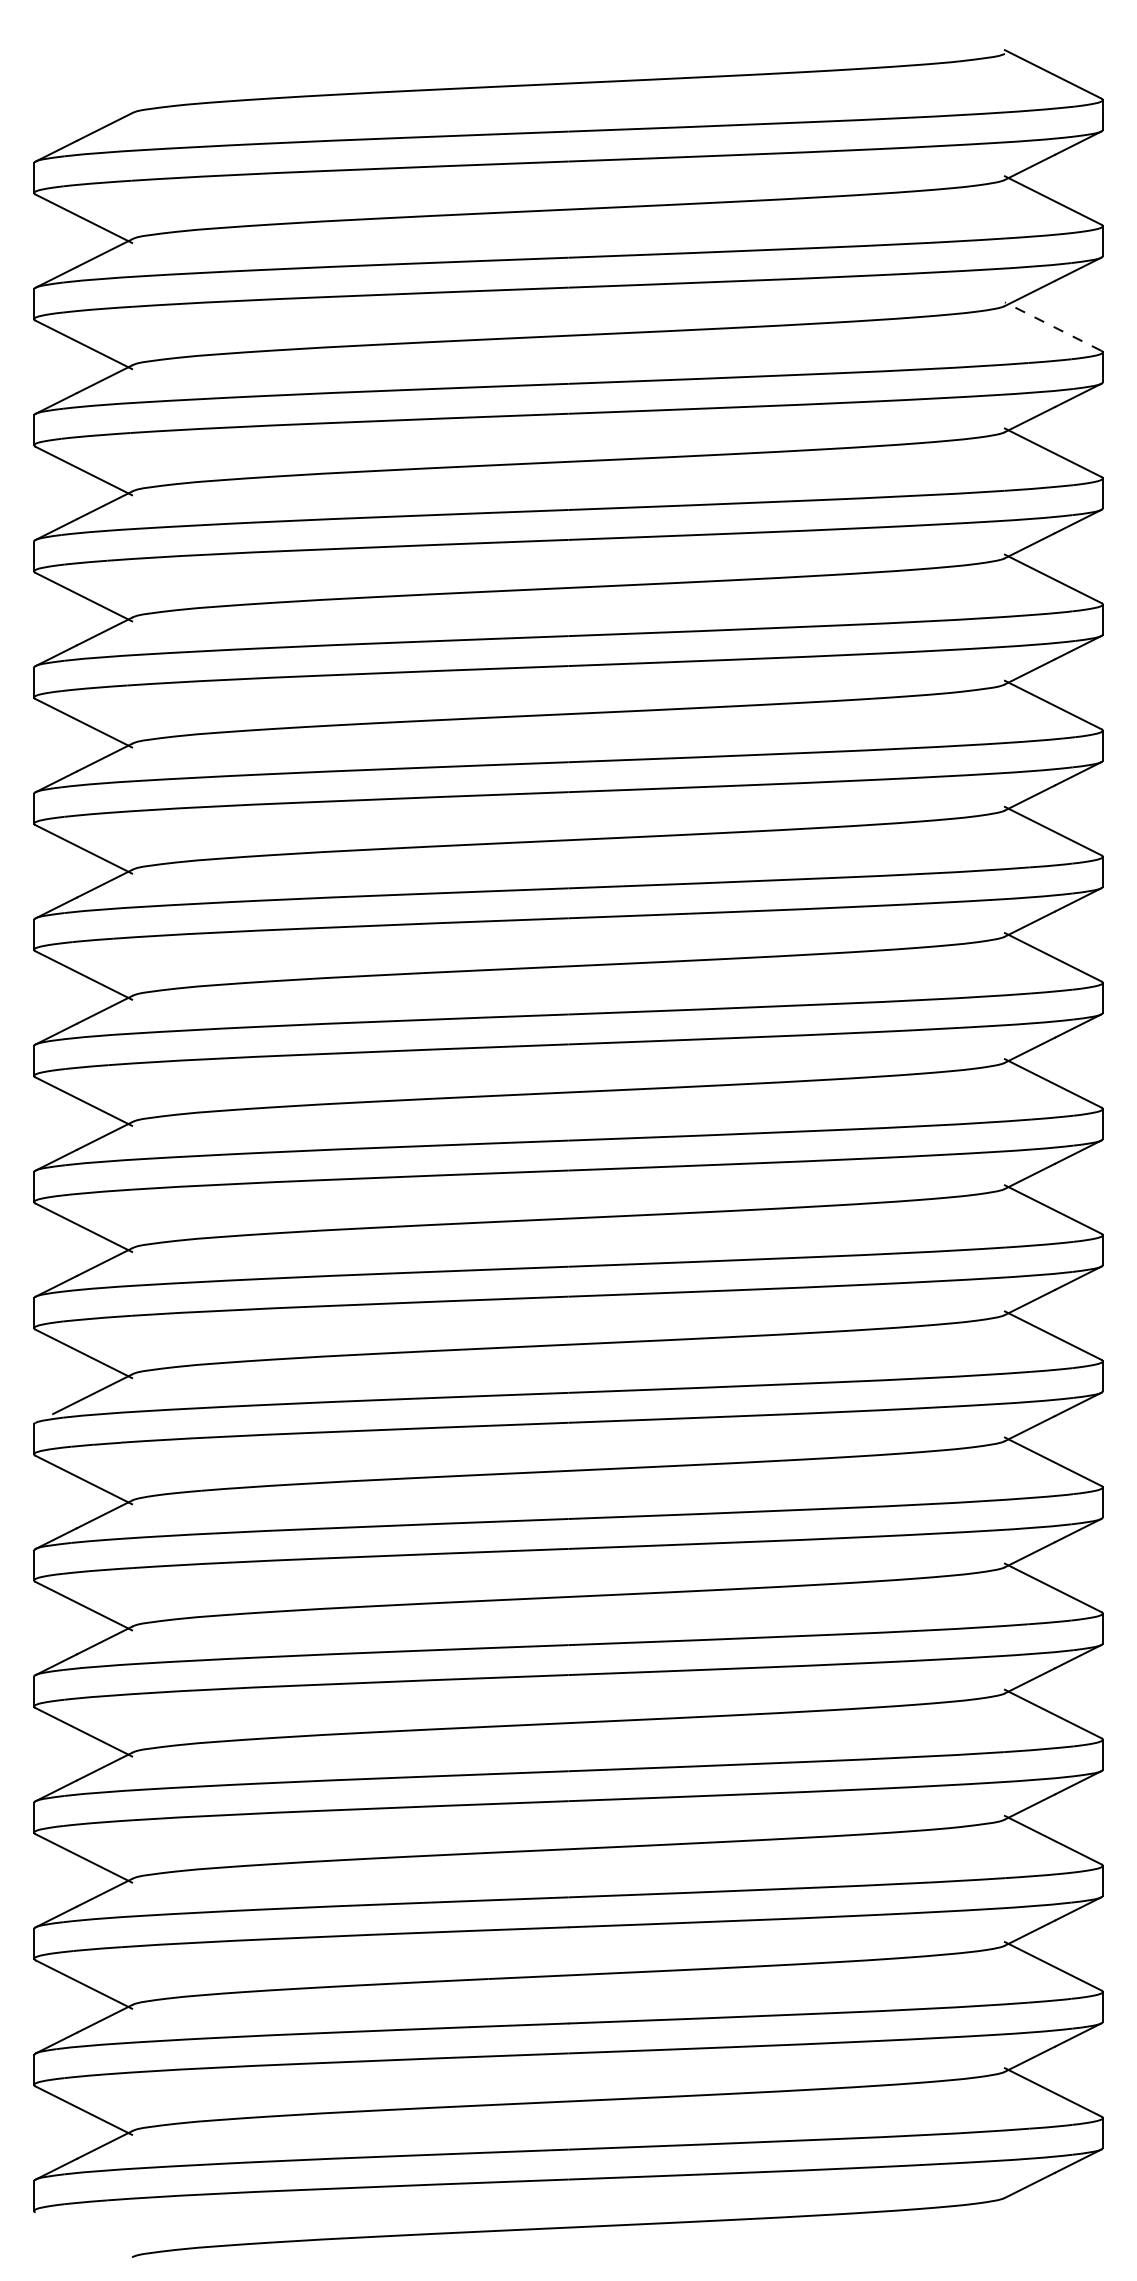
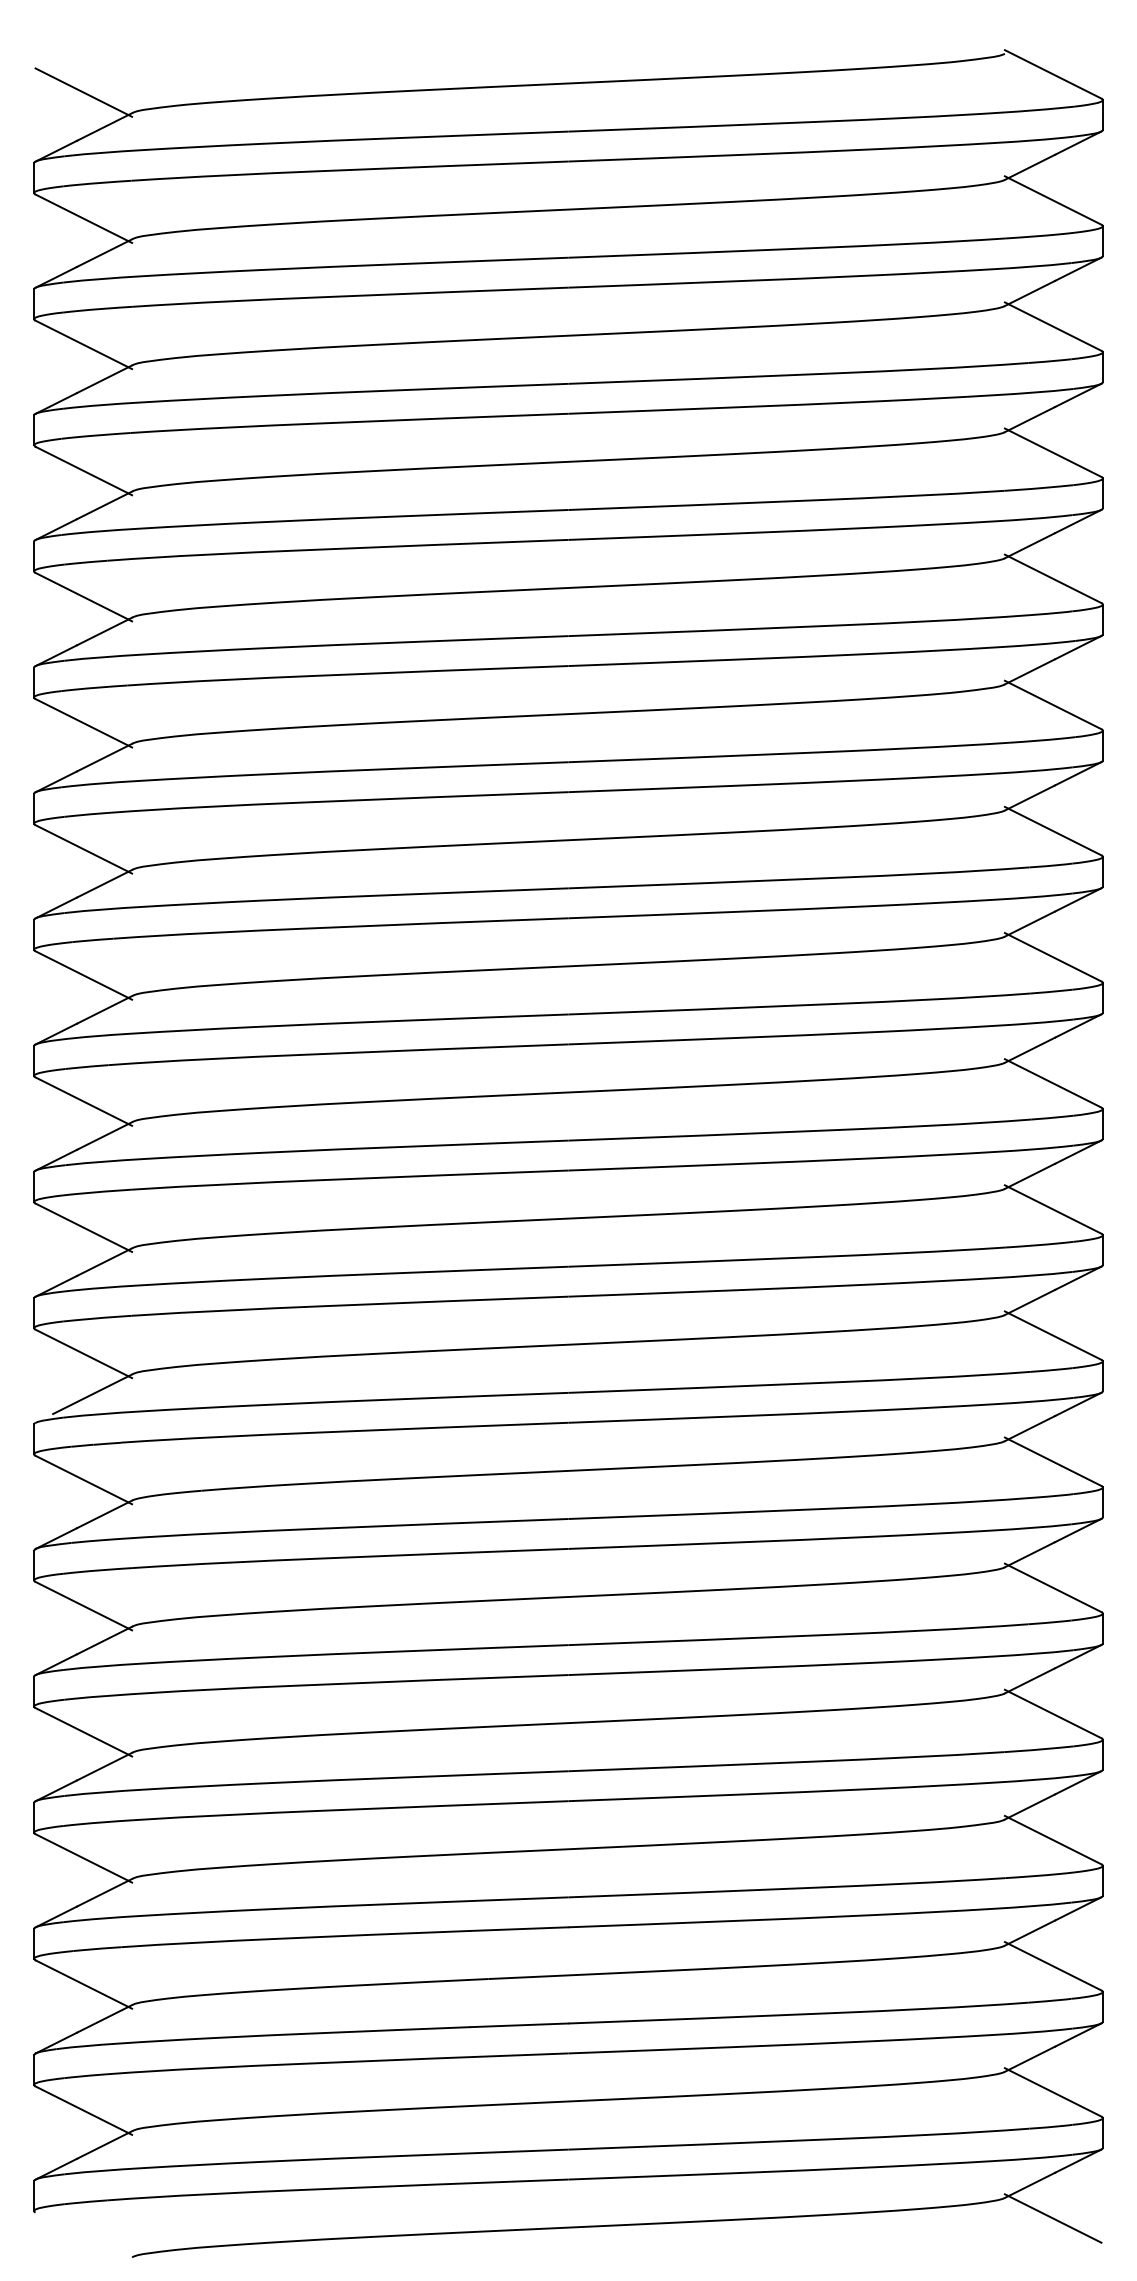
line at (83, 92): none -> present
line at (1053, 326): dashed -> solid
line at (1052, 2218): none -> present
